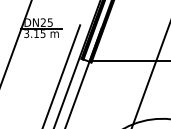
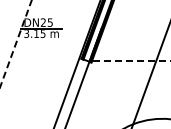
line at (16, 43): solid -> dashed
line at (132, 61): solid -> dashed
line at (61, 75): present -> none
